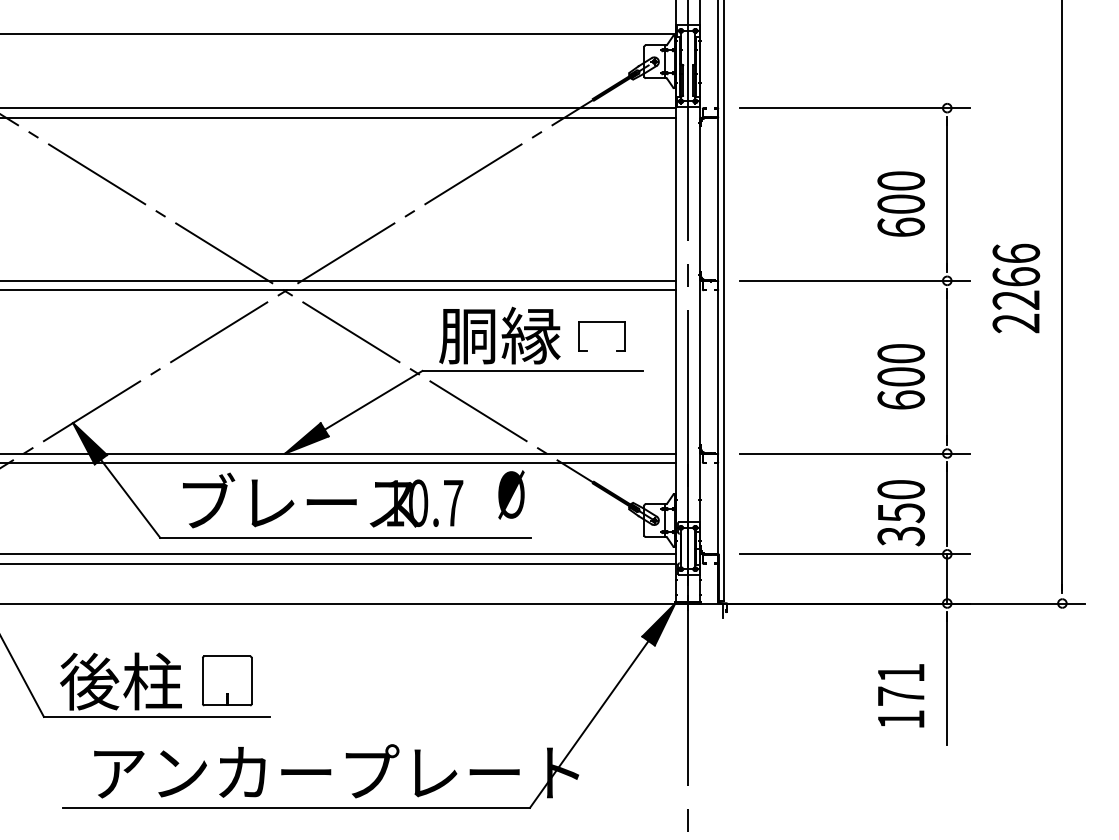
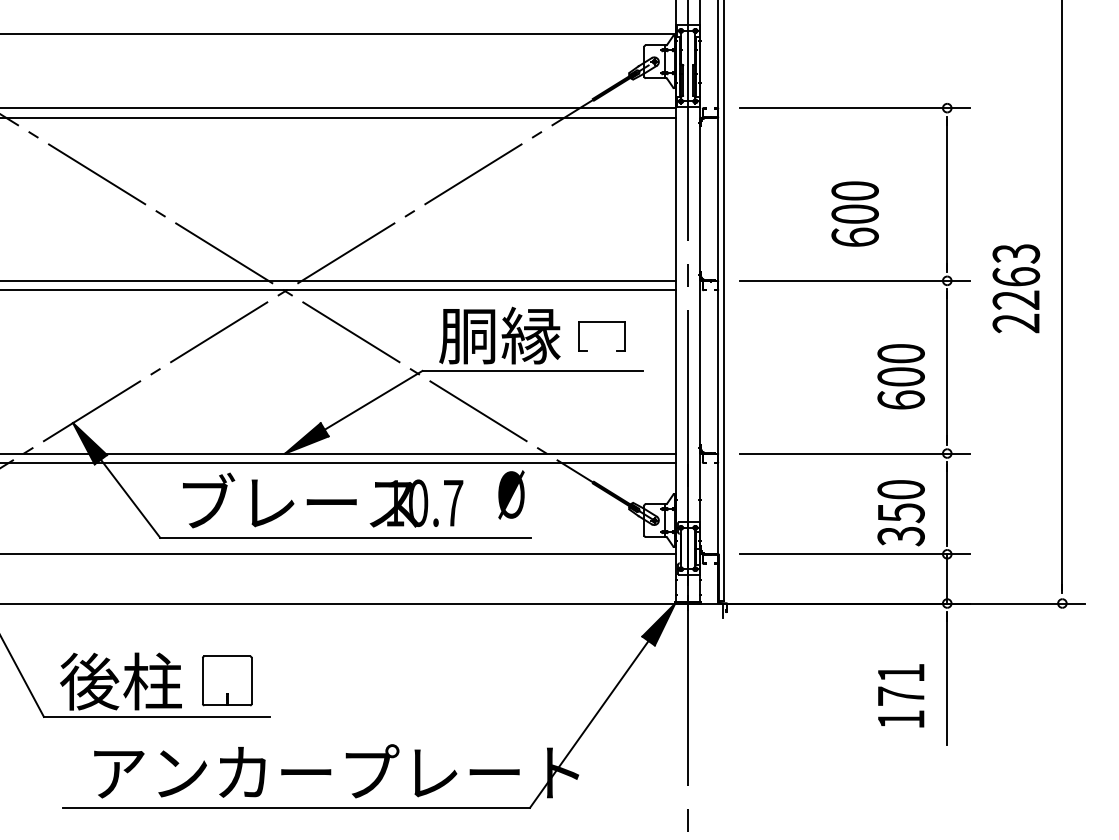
text at (900, 203) position: (900, 203) -> (854, 213)
text at (1016, 253): 2266 -> 2263
line at (338, 563): present -> none
